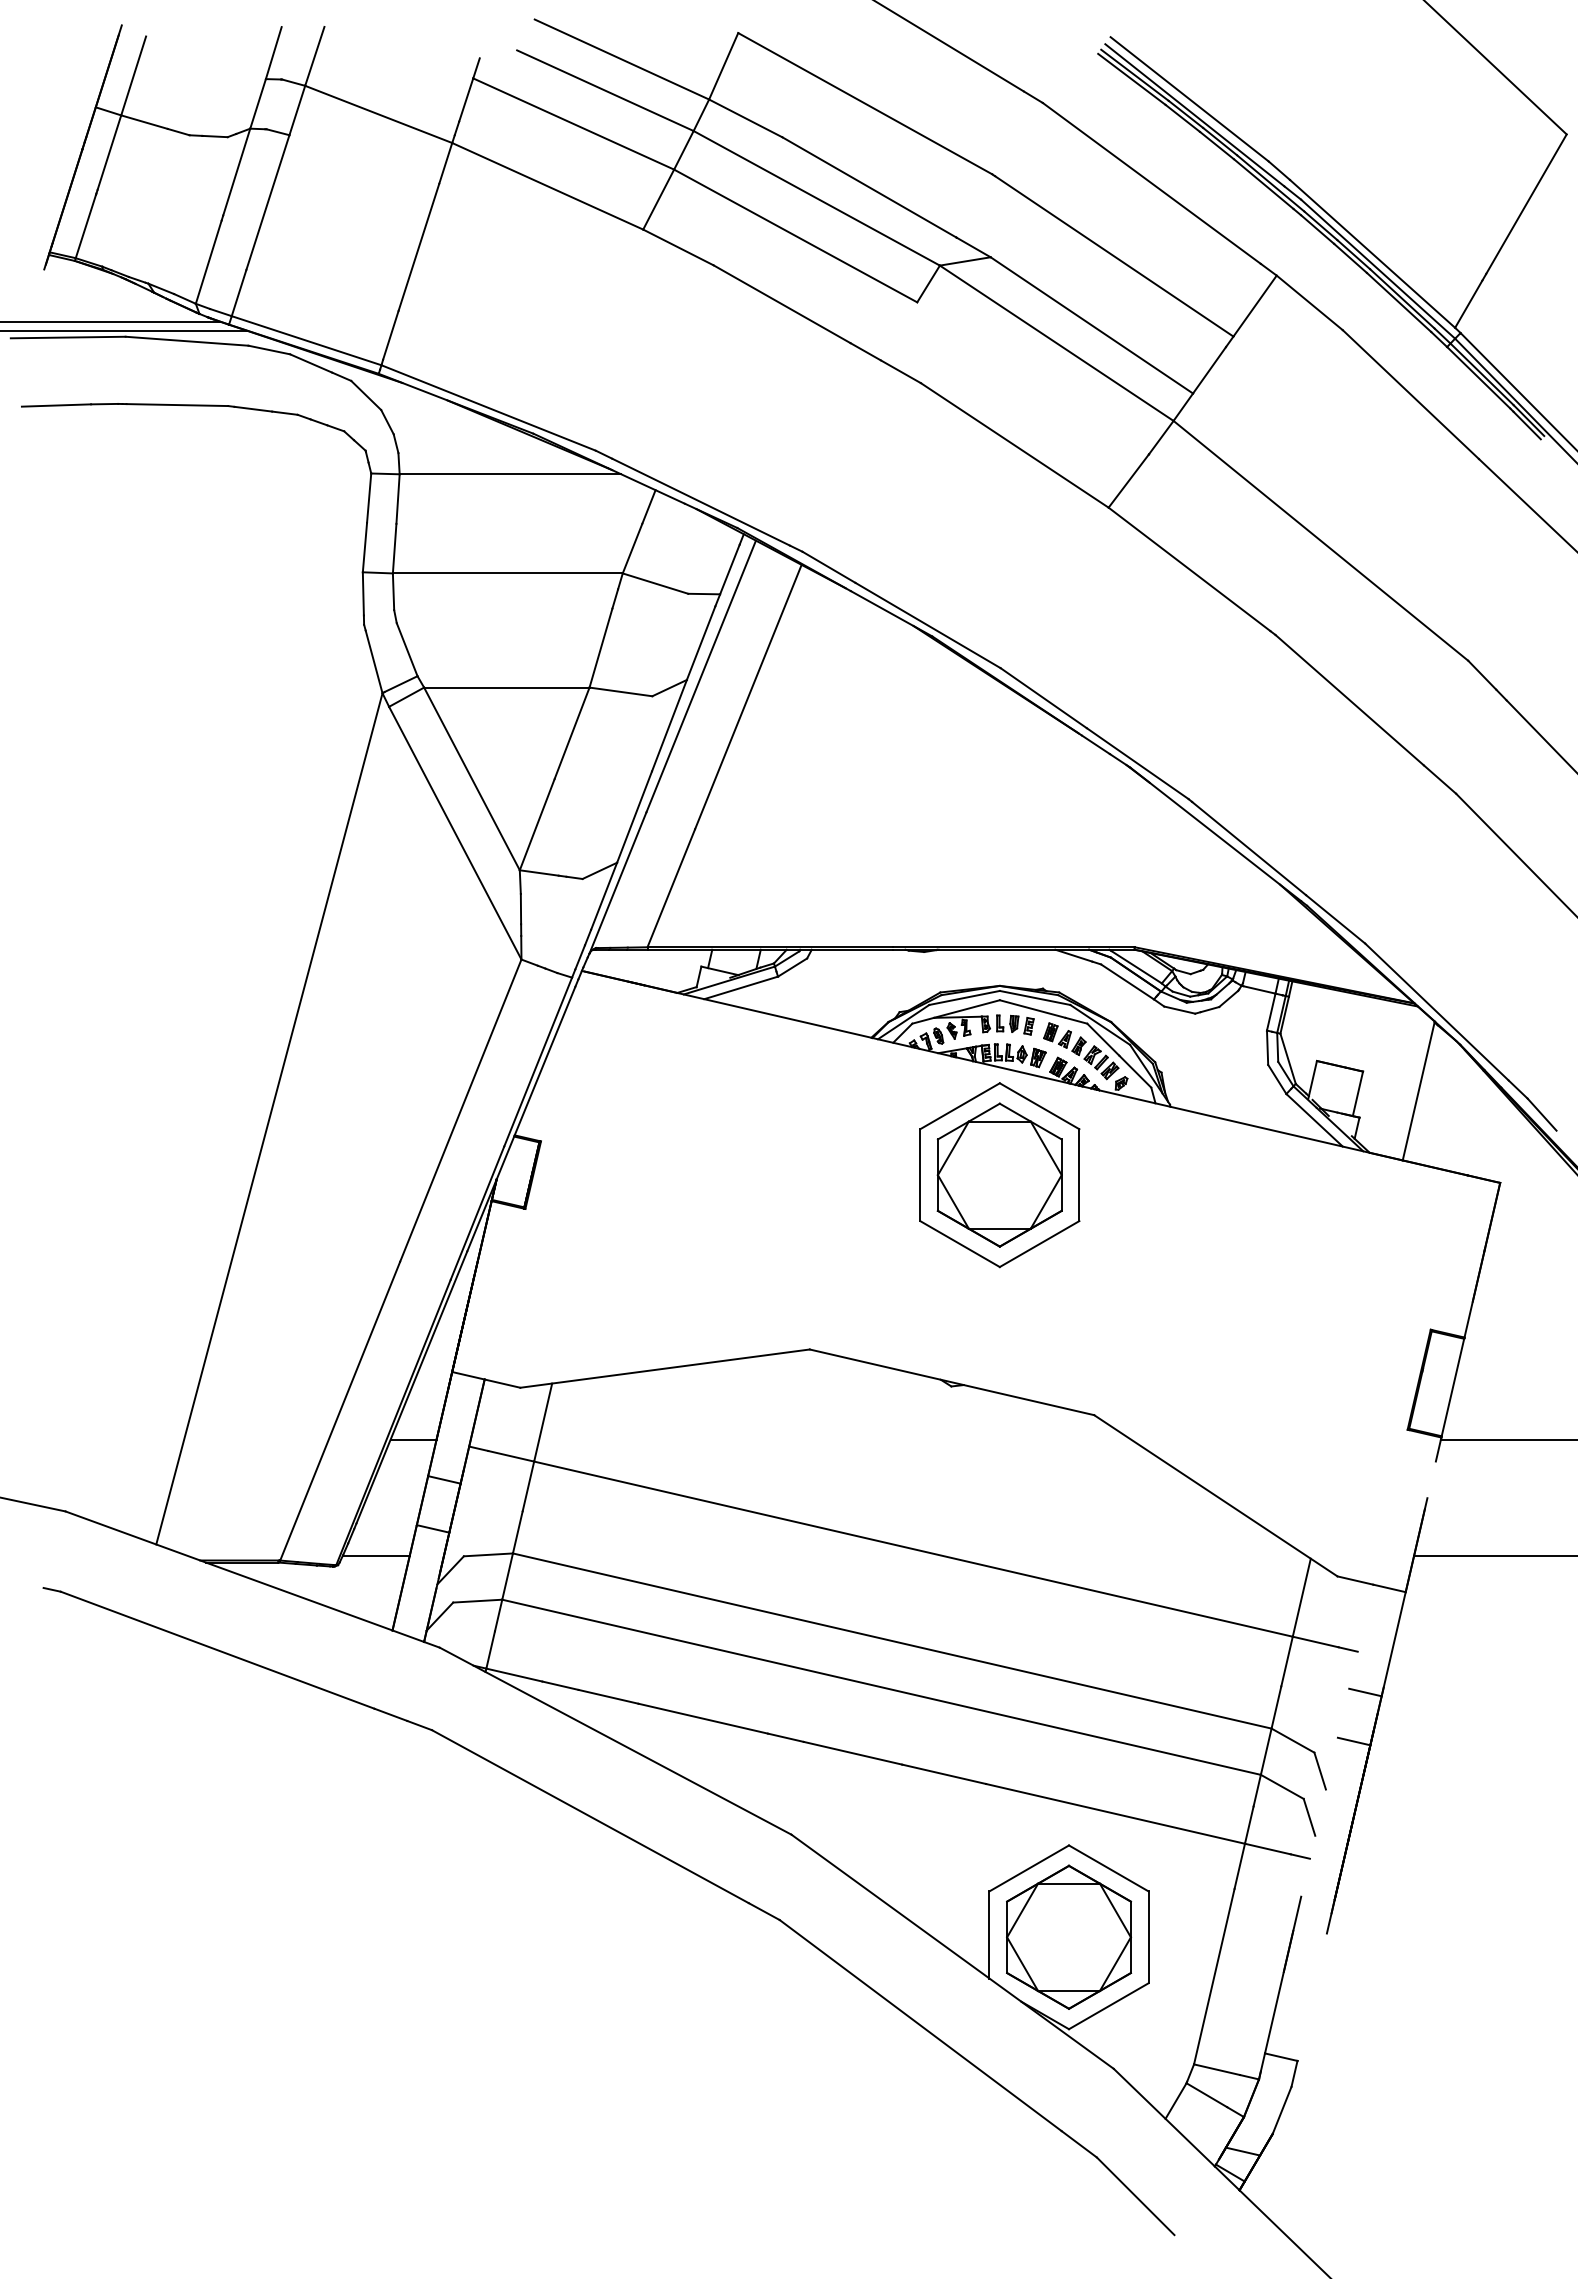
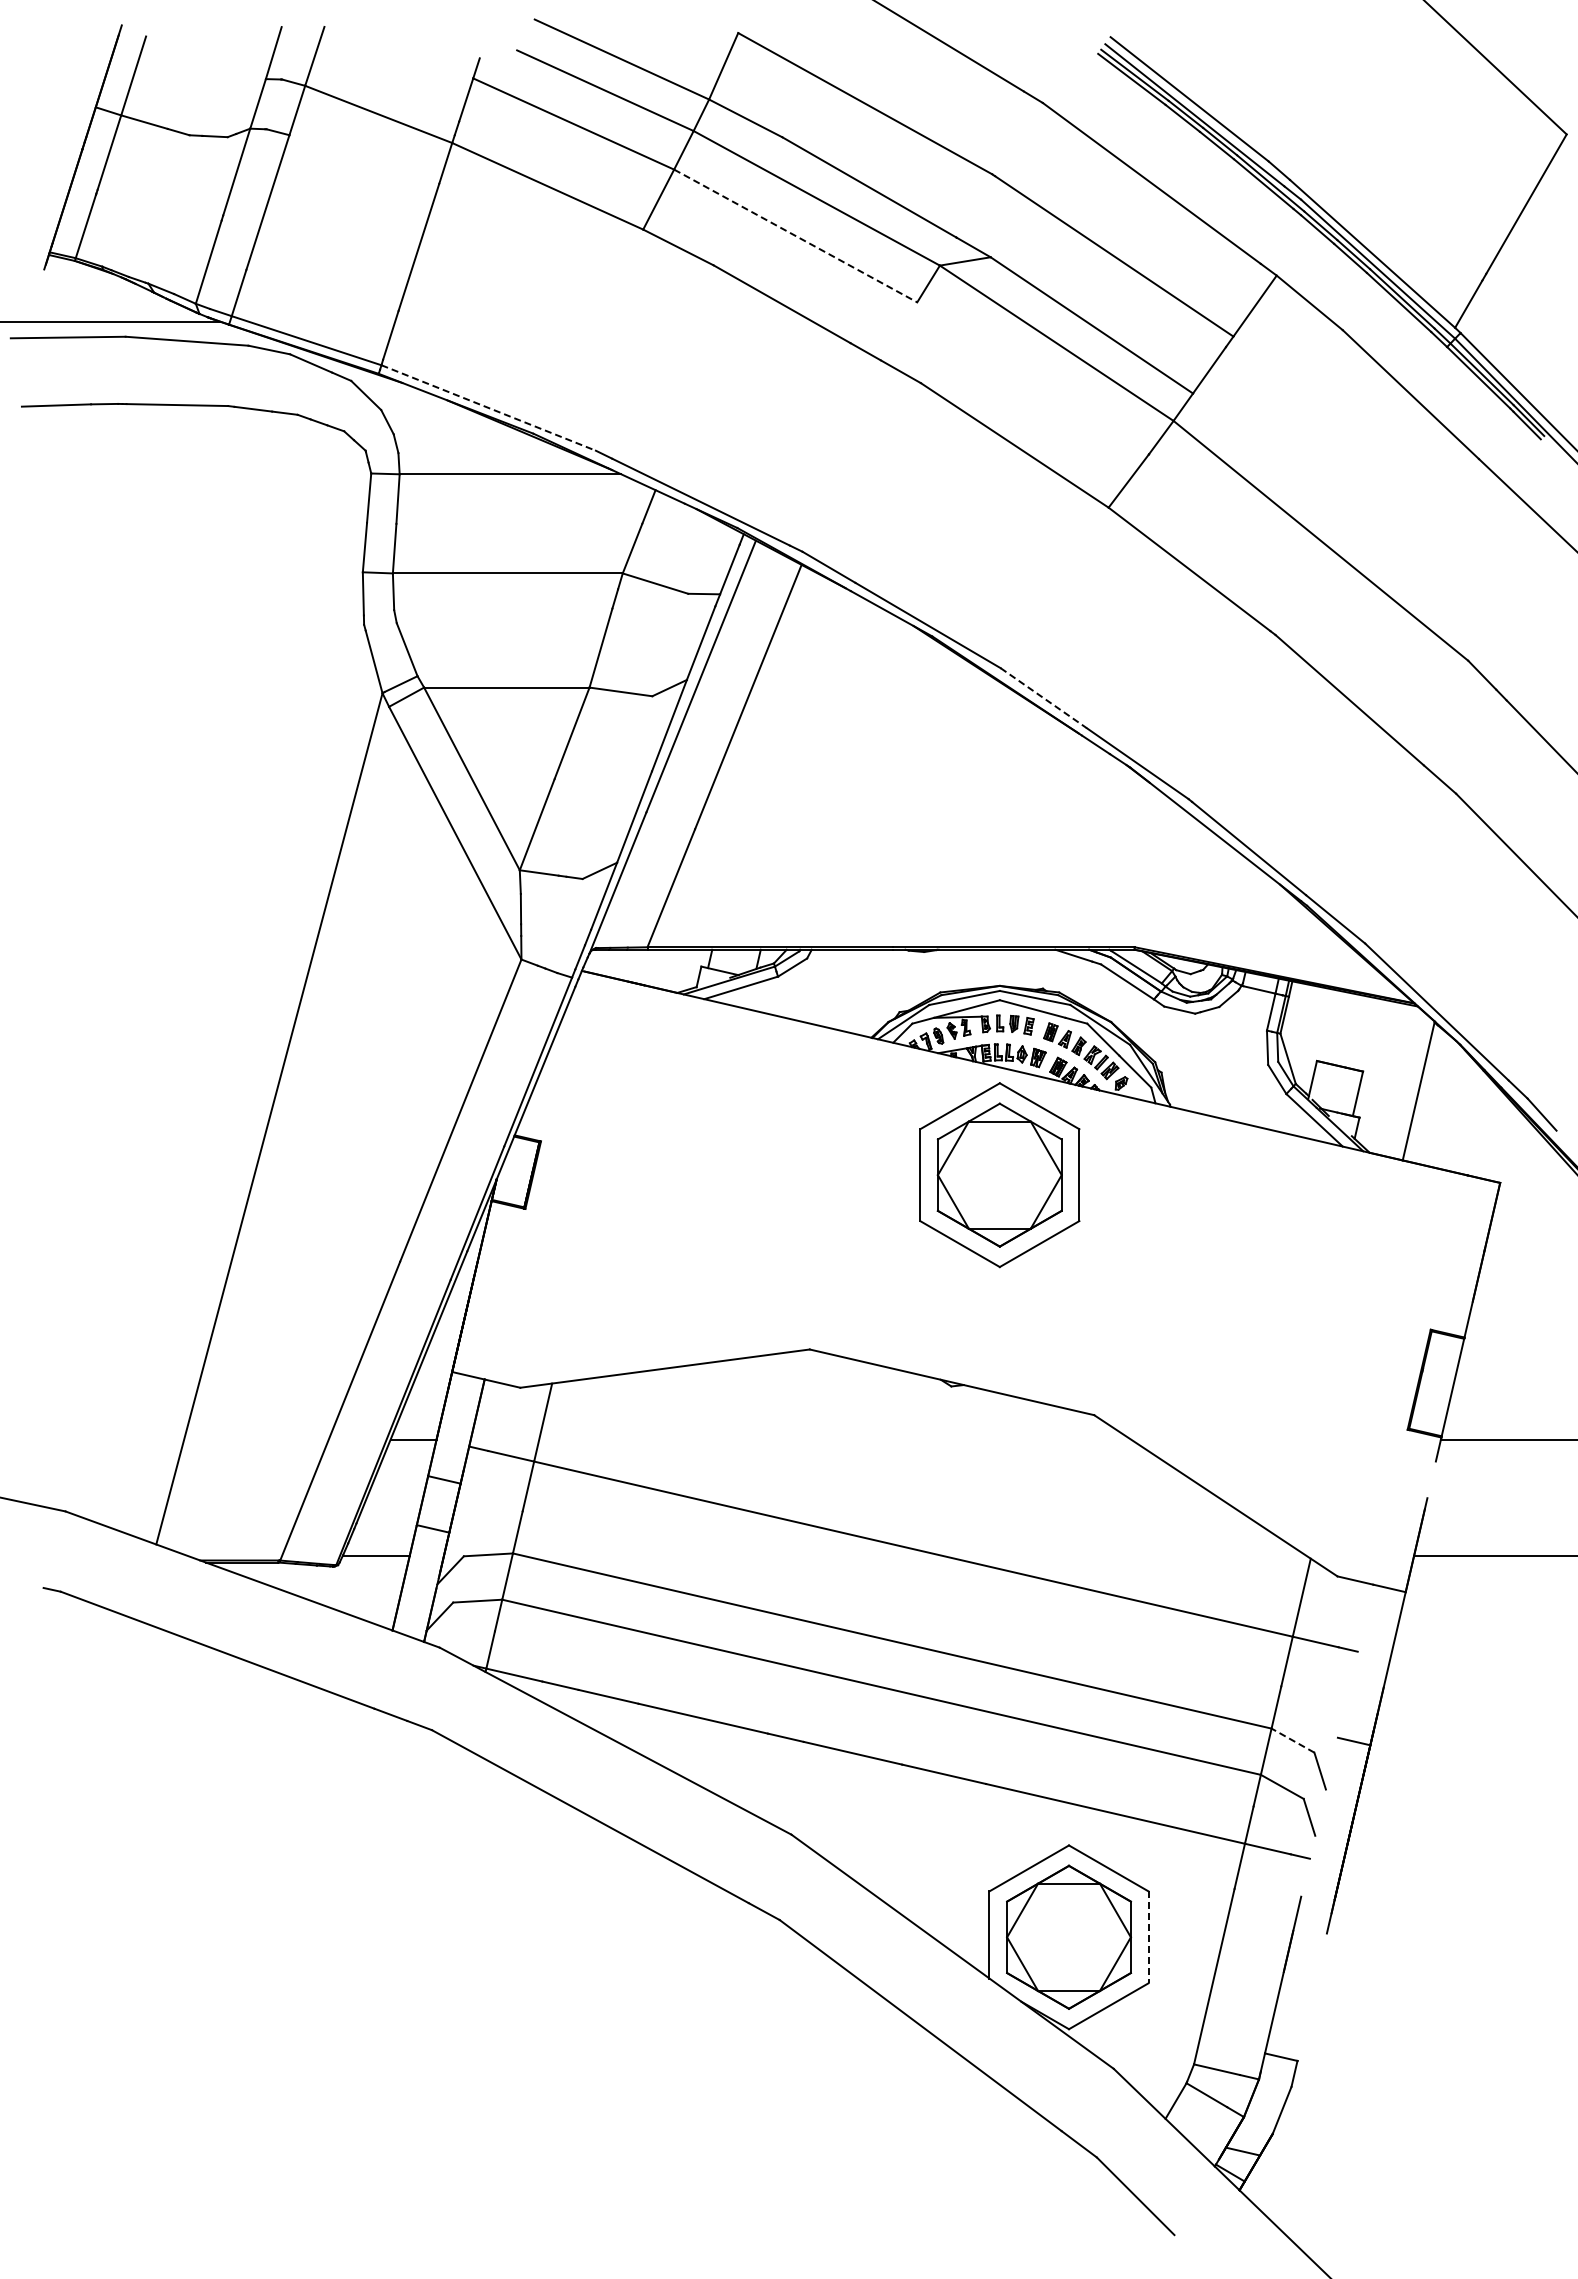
line at (796, 236): solid -> dashed
line at (125, 331): present -> none
line at (489, 408): solid -> dashed
line at (1043, 698): solid -> dashed
line at (1365, 1692): present -> none
line at (1292, 1740): solid -> dashed
line at (1148, 1937): solid -> dashed
